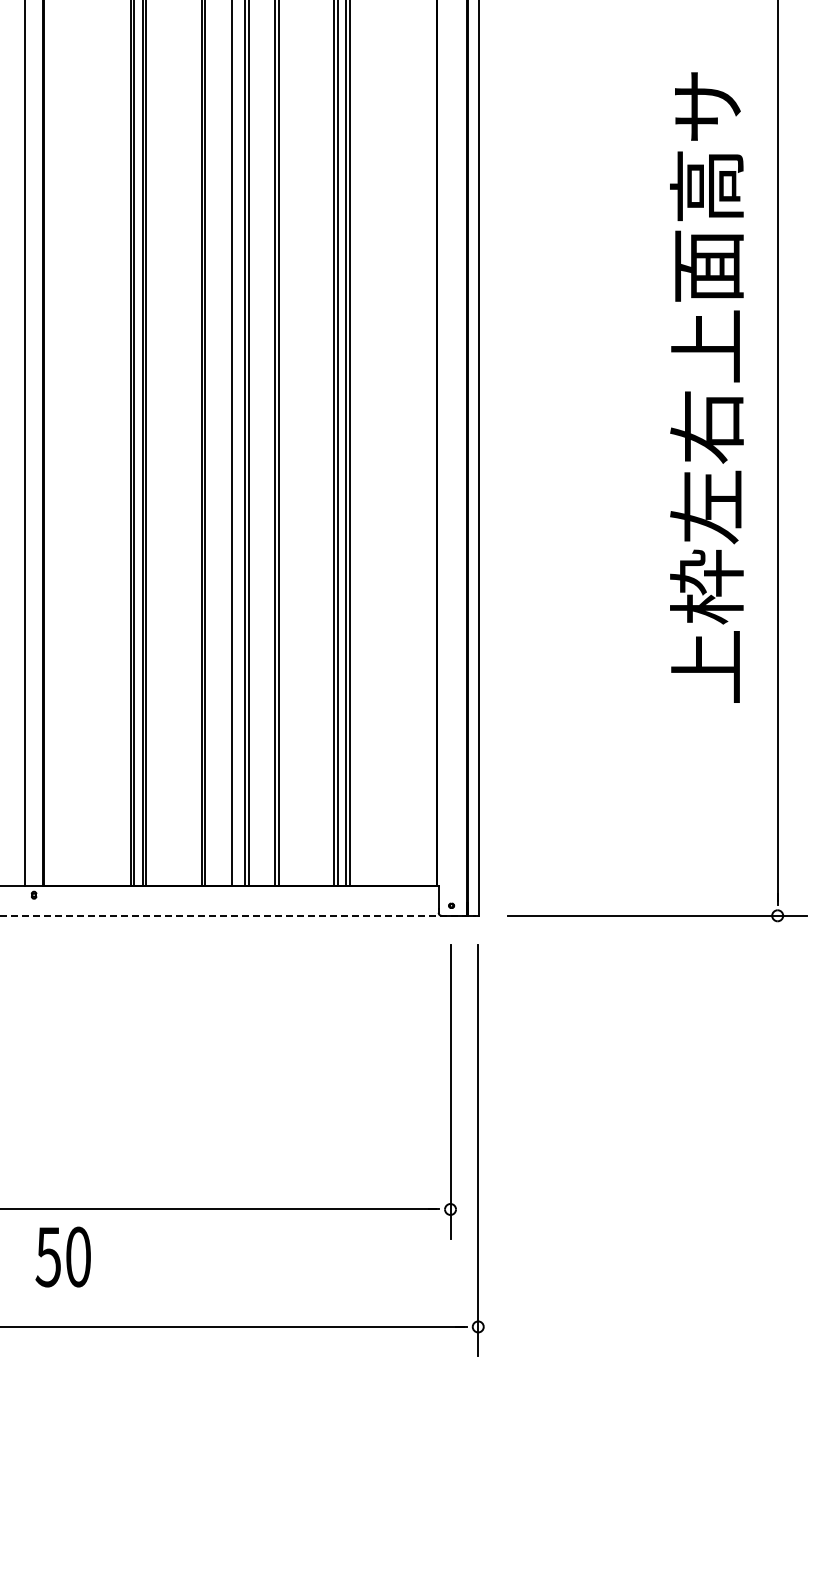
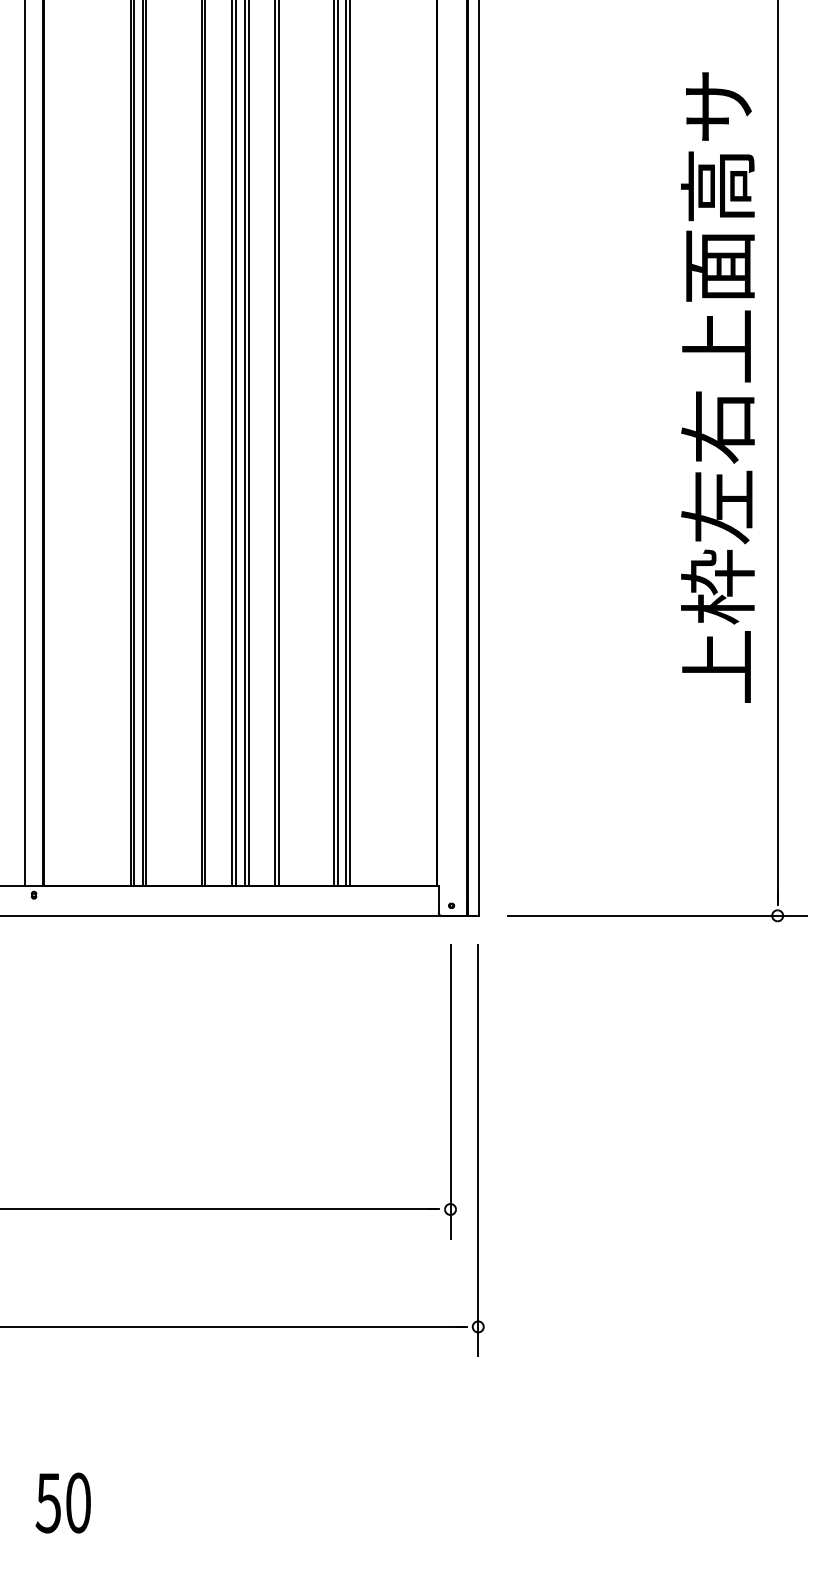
text at (706, 387) position: (706, 387) -> (717, 387)
line at (235, 443): none -> present
line at (238, 915): dashed -> solid
text at (62, 1256) position: (62, 1256) -> (62, 1502)
